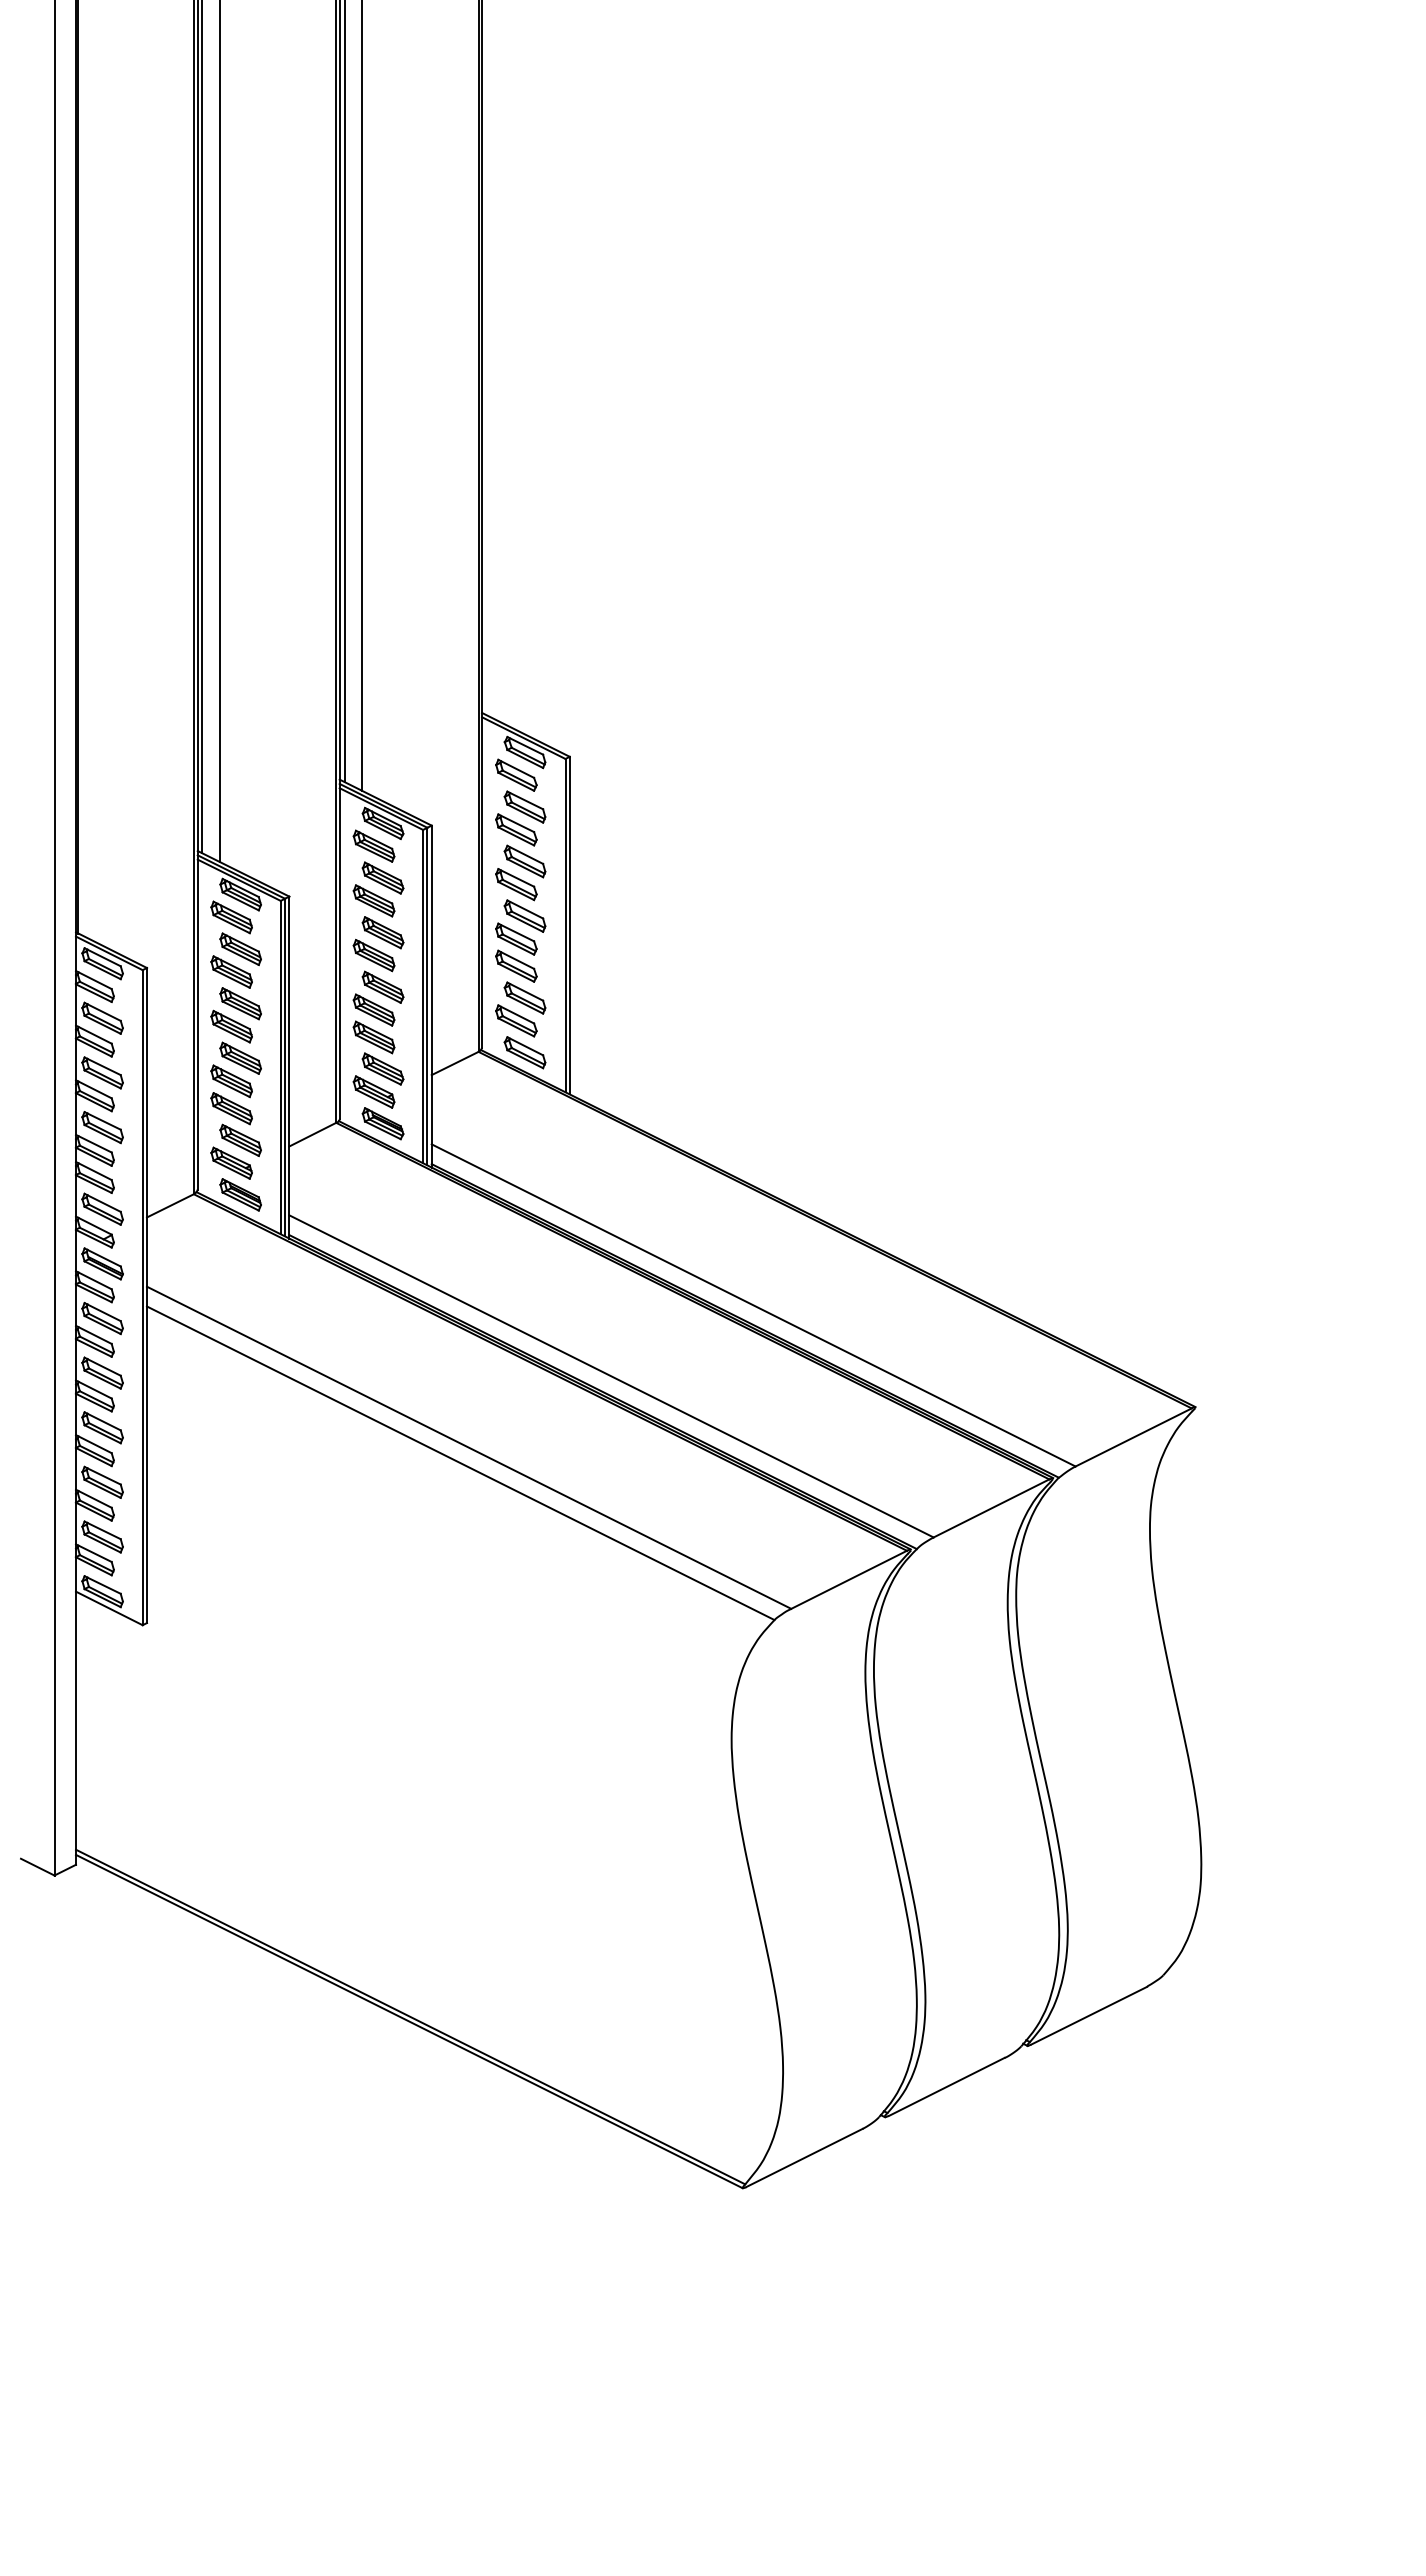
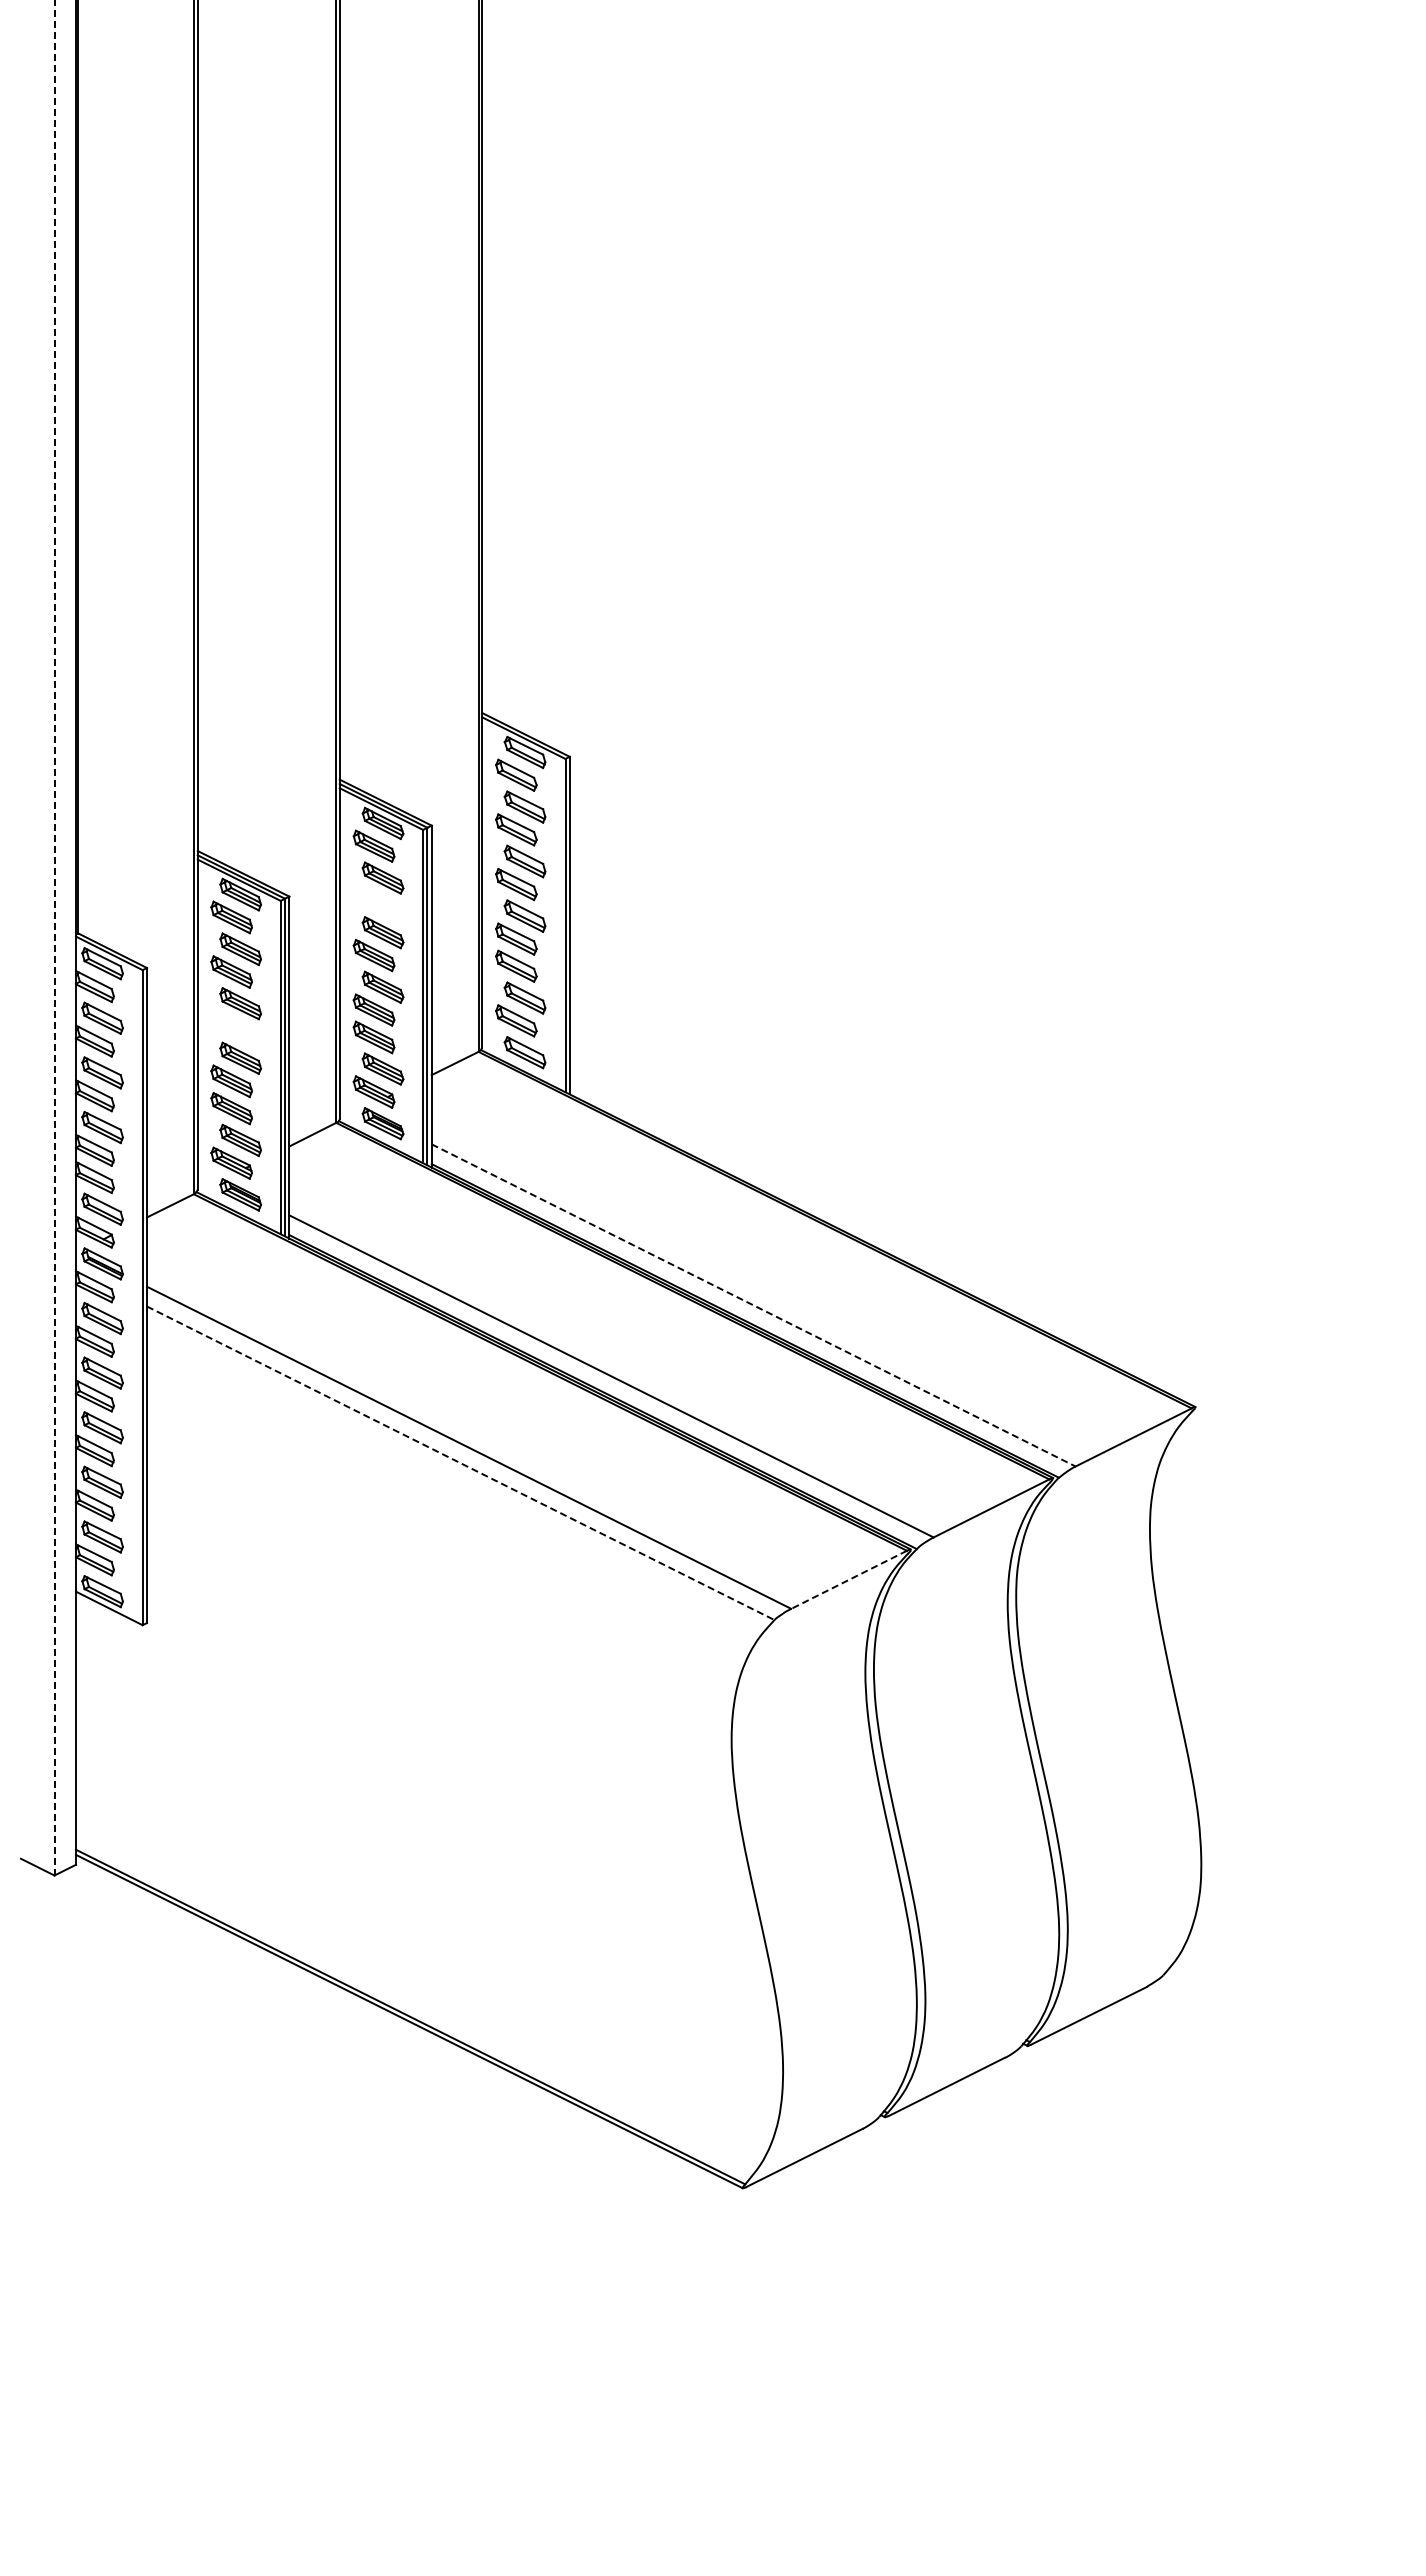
line at (344, 392): present -> none
line at (362, 396): present -> none
line at (202, 427): present -> none
line at (220, 432): present -> none
part at (373, 900): present -> none
line at (54, 937): solid -> dashed
part at (231, 1026): present -> none
line at (753, 1305): solid -> dashed
line at (460, 1463): solid -> dashed
line at (849, 1579): solid -> dashed
